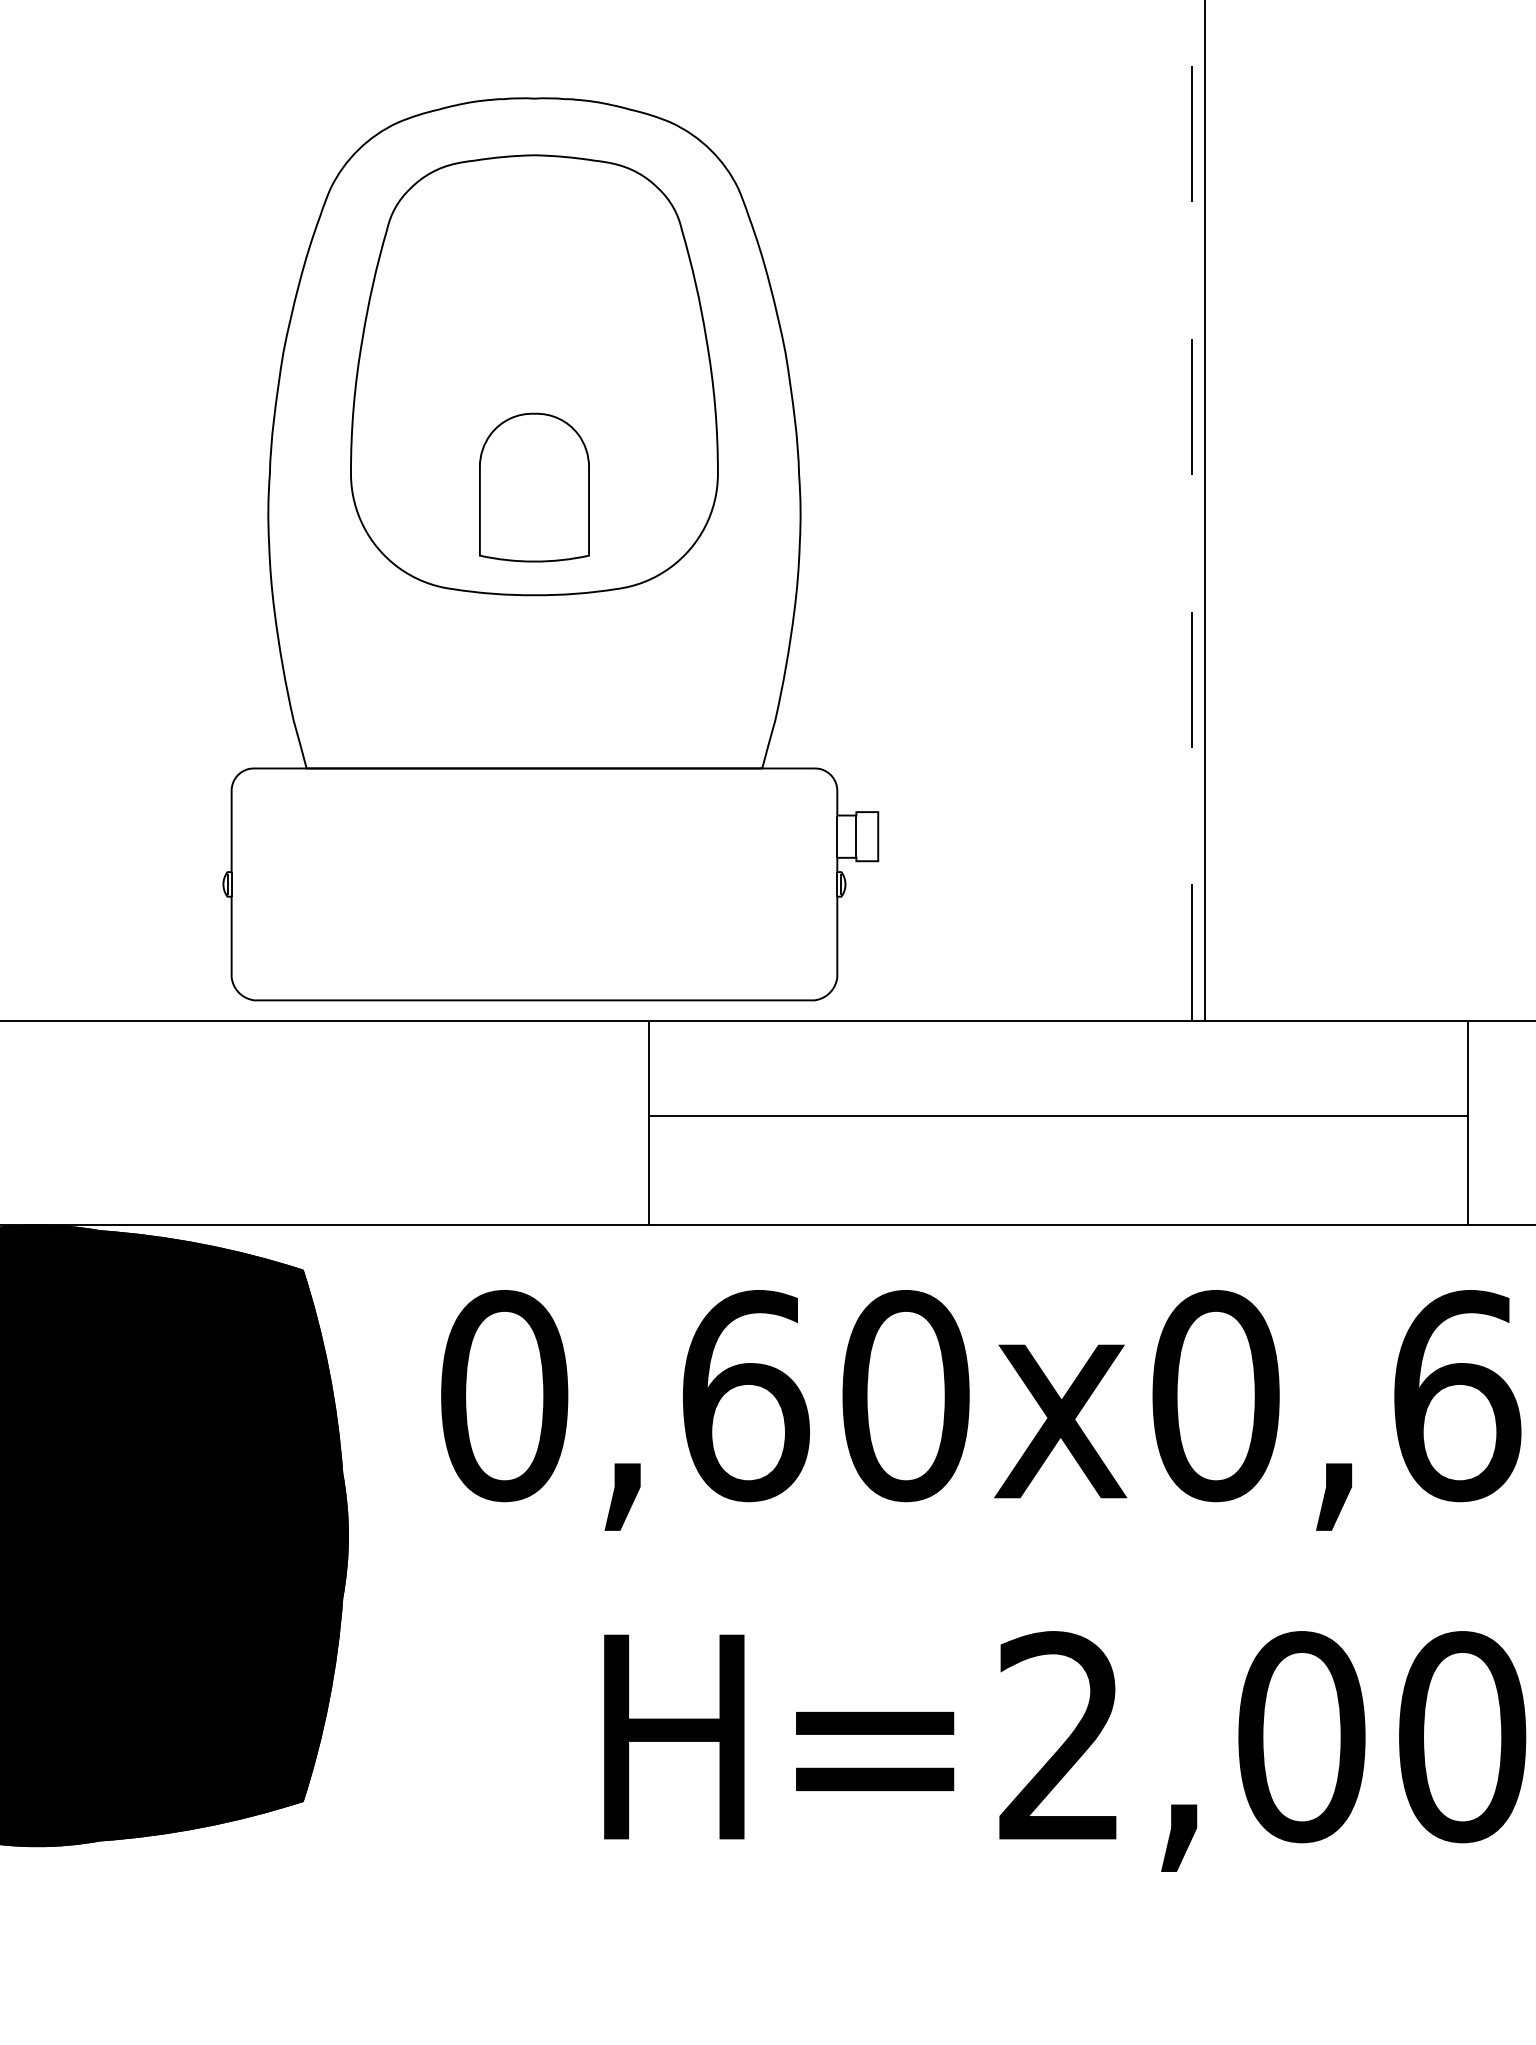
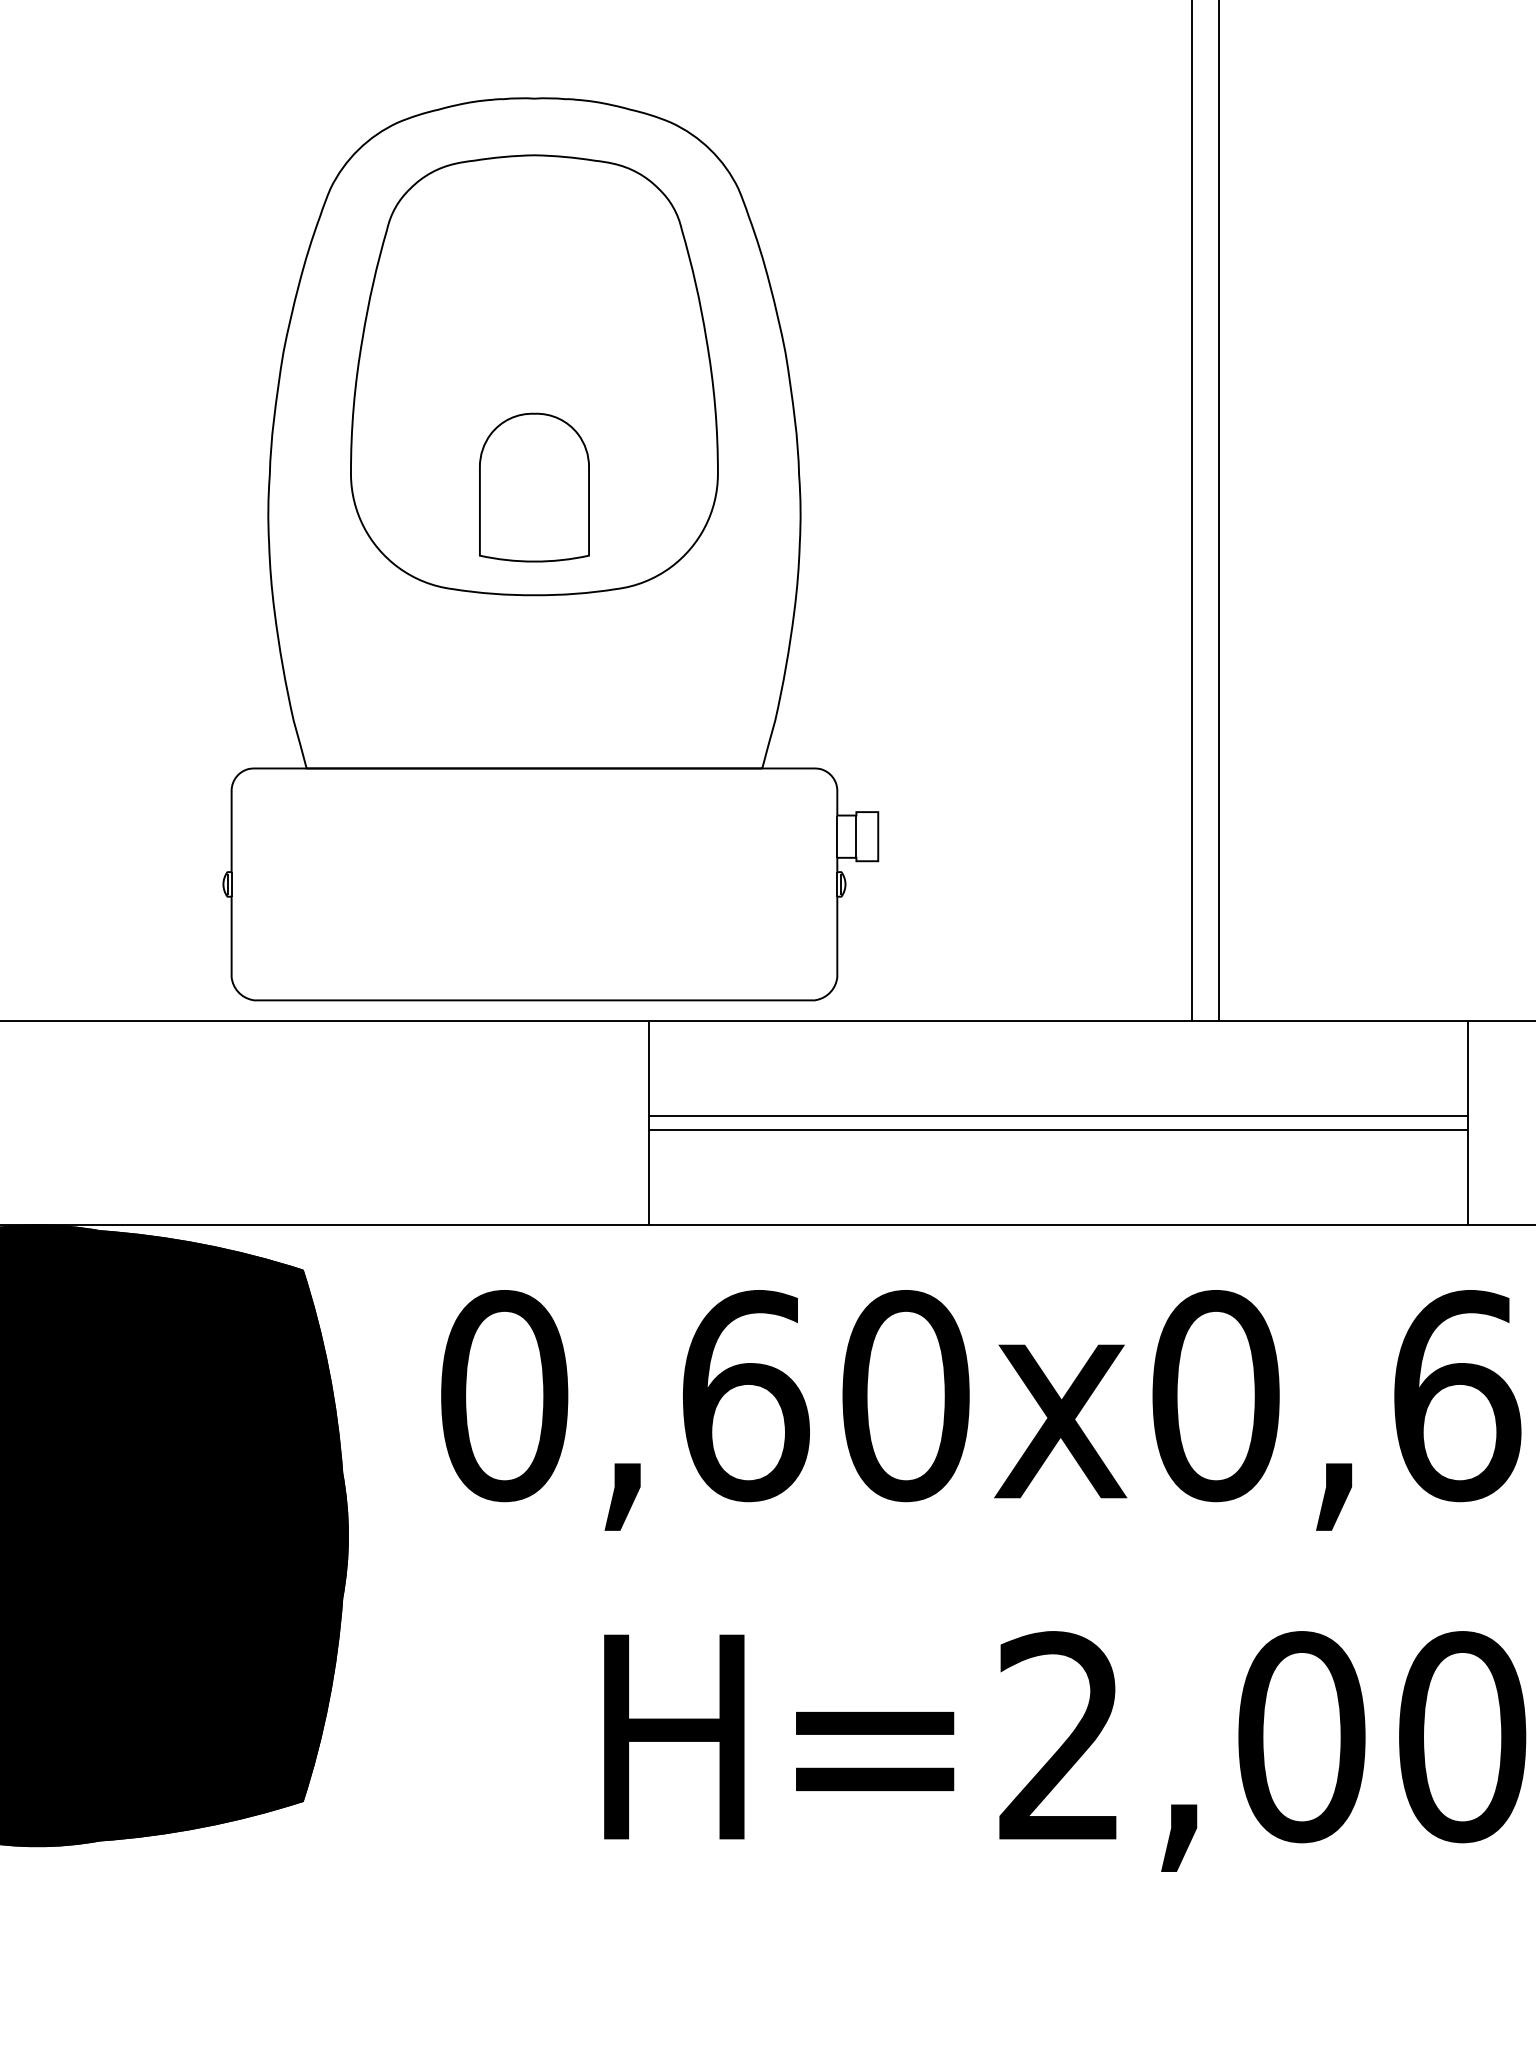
line at (1191, 510): dashed -> solid
line at (1205, 511) position: (1205, 511) -> (1219, 511)
line at (1058, 1129): none -> present
